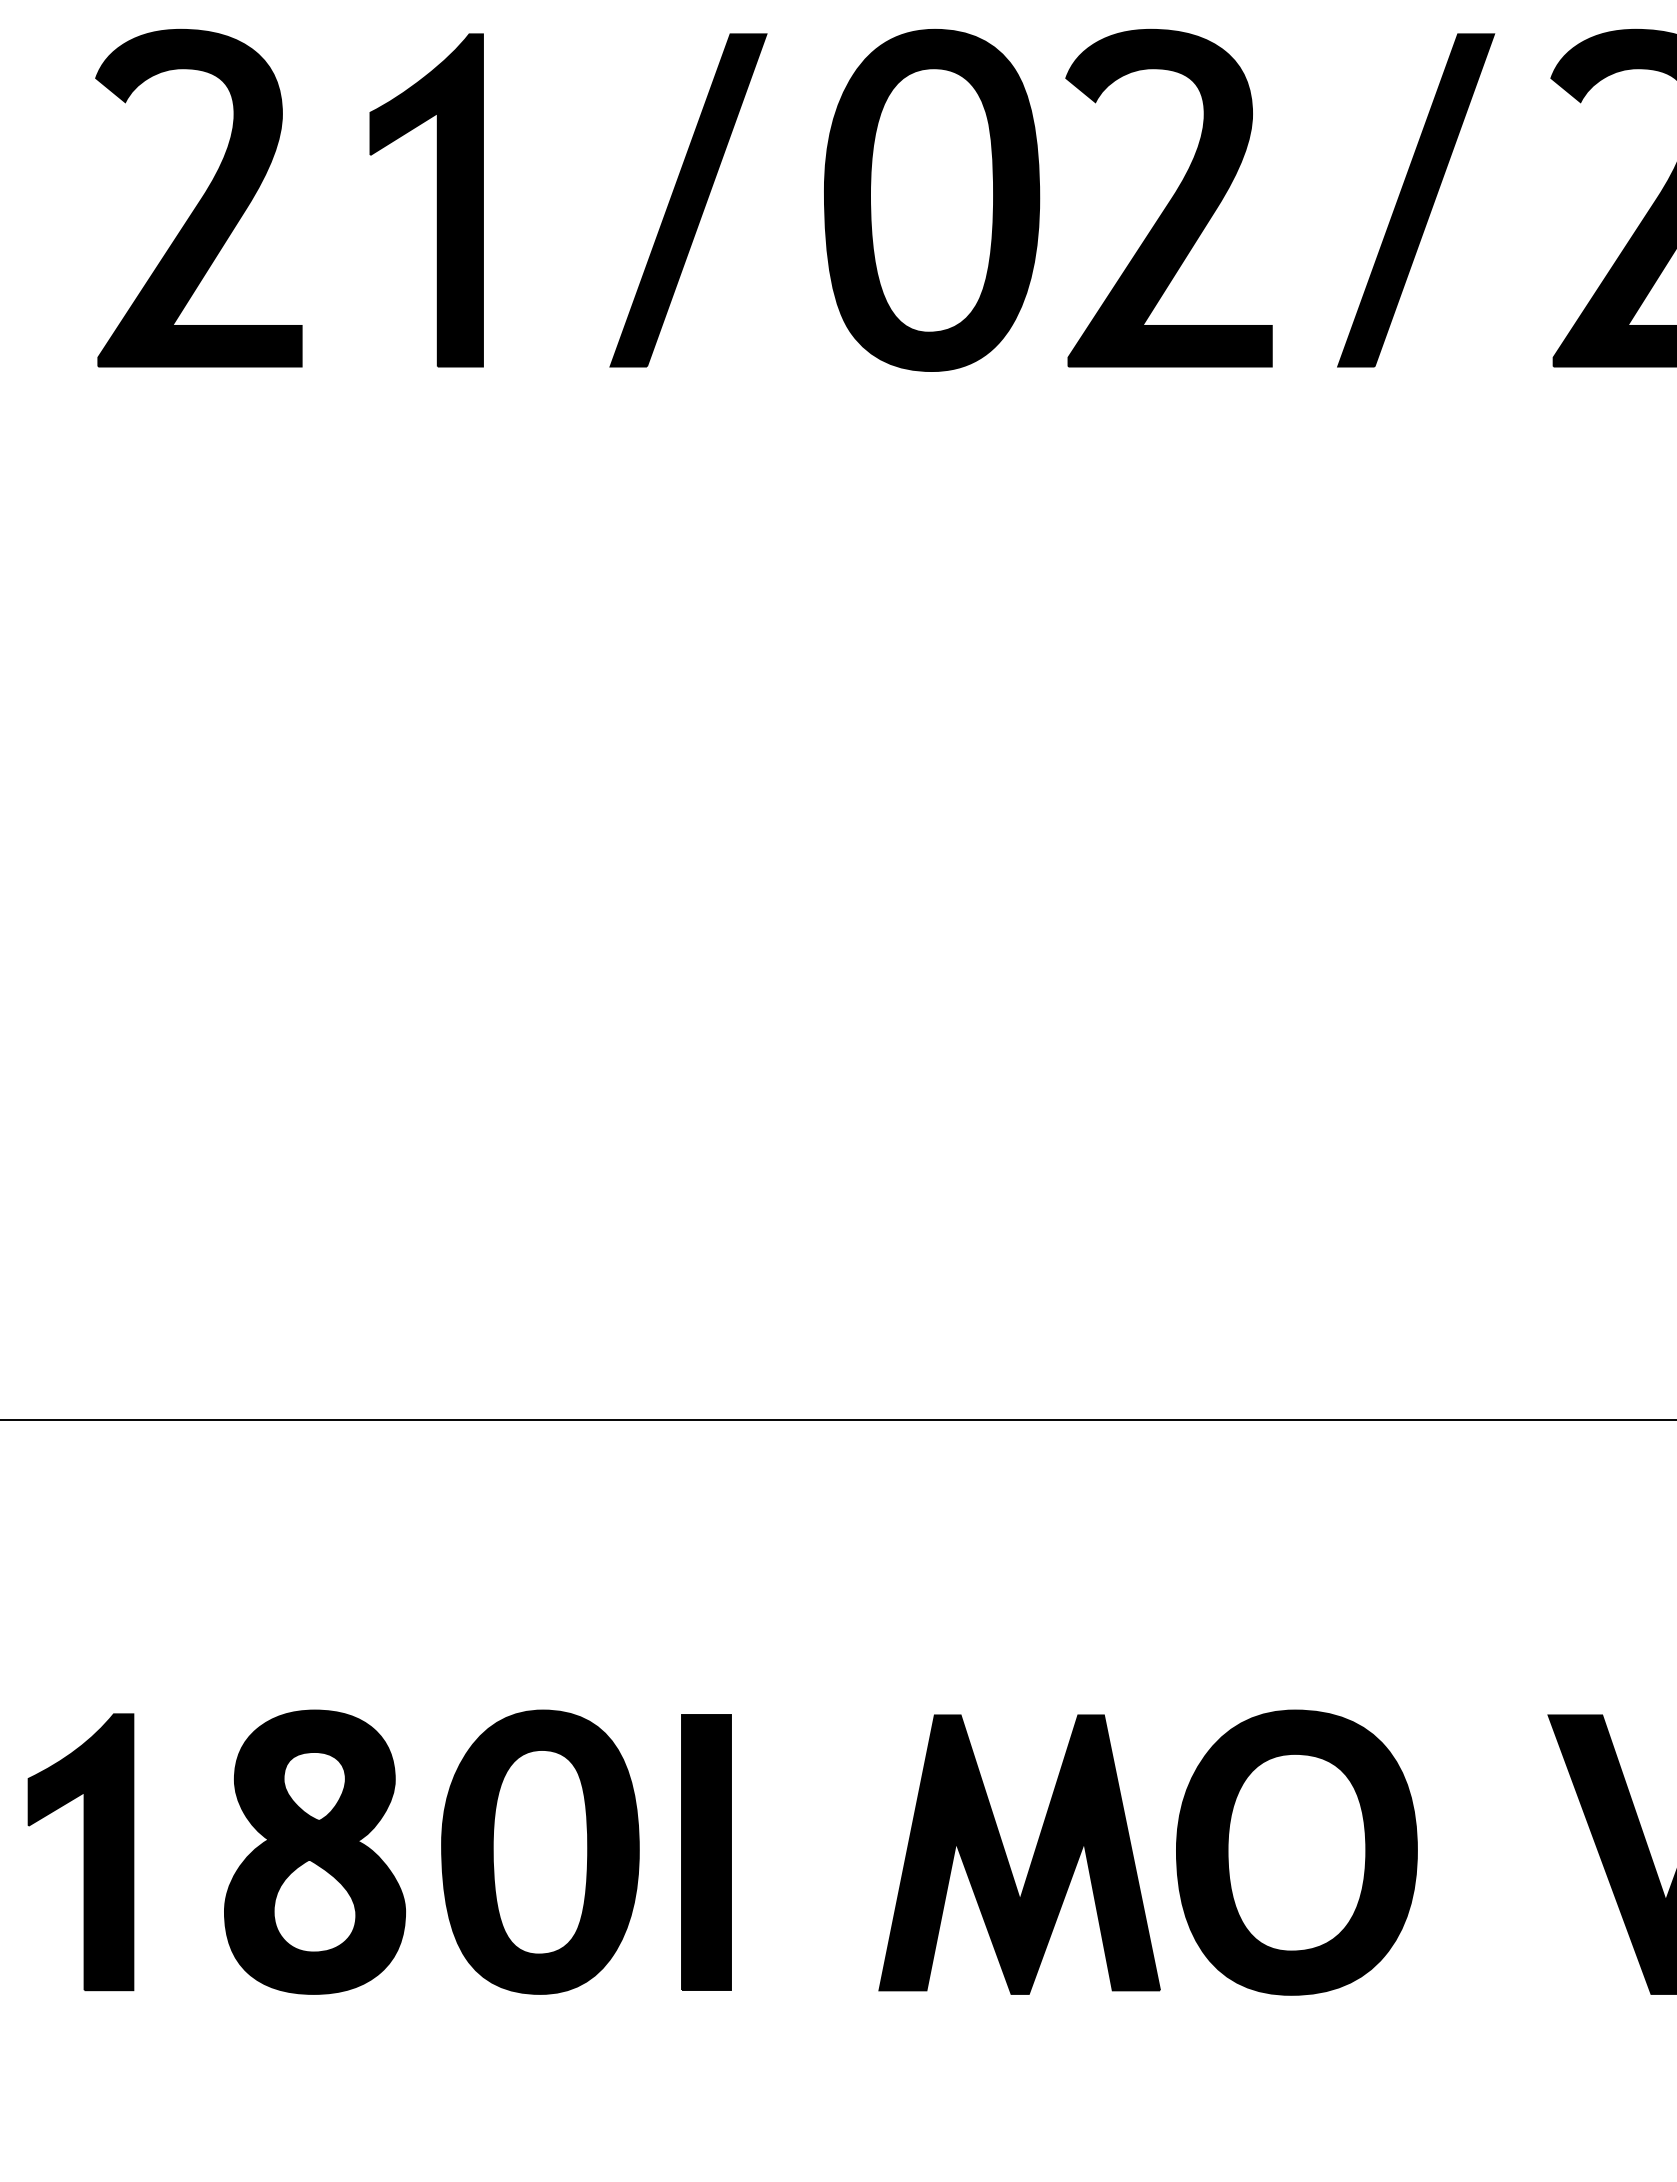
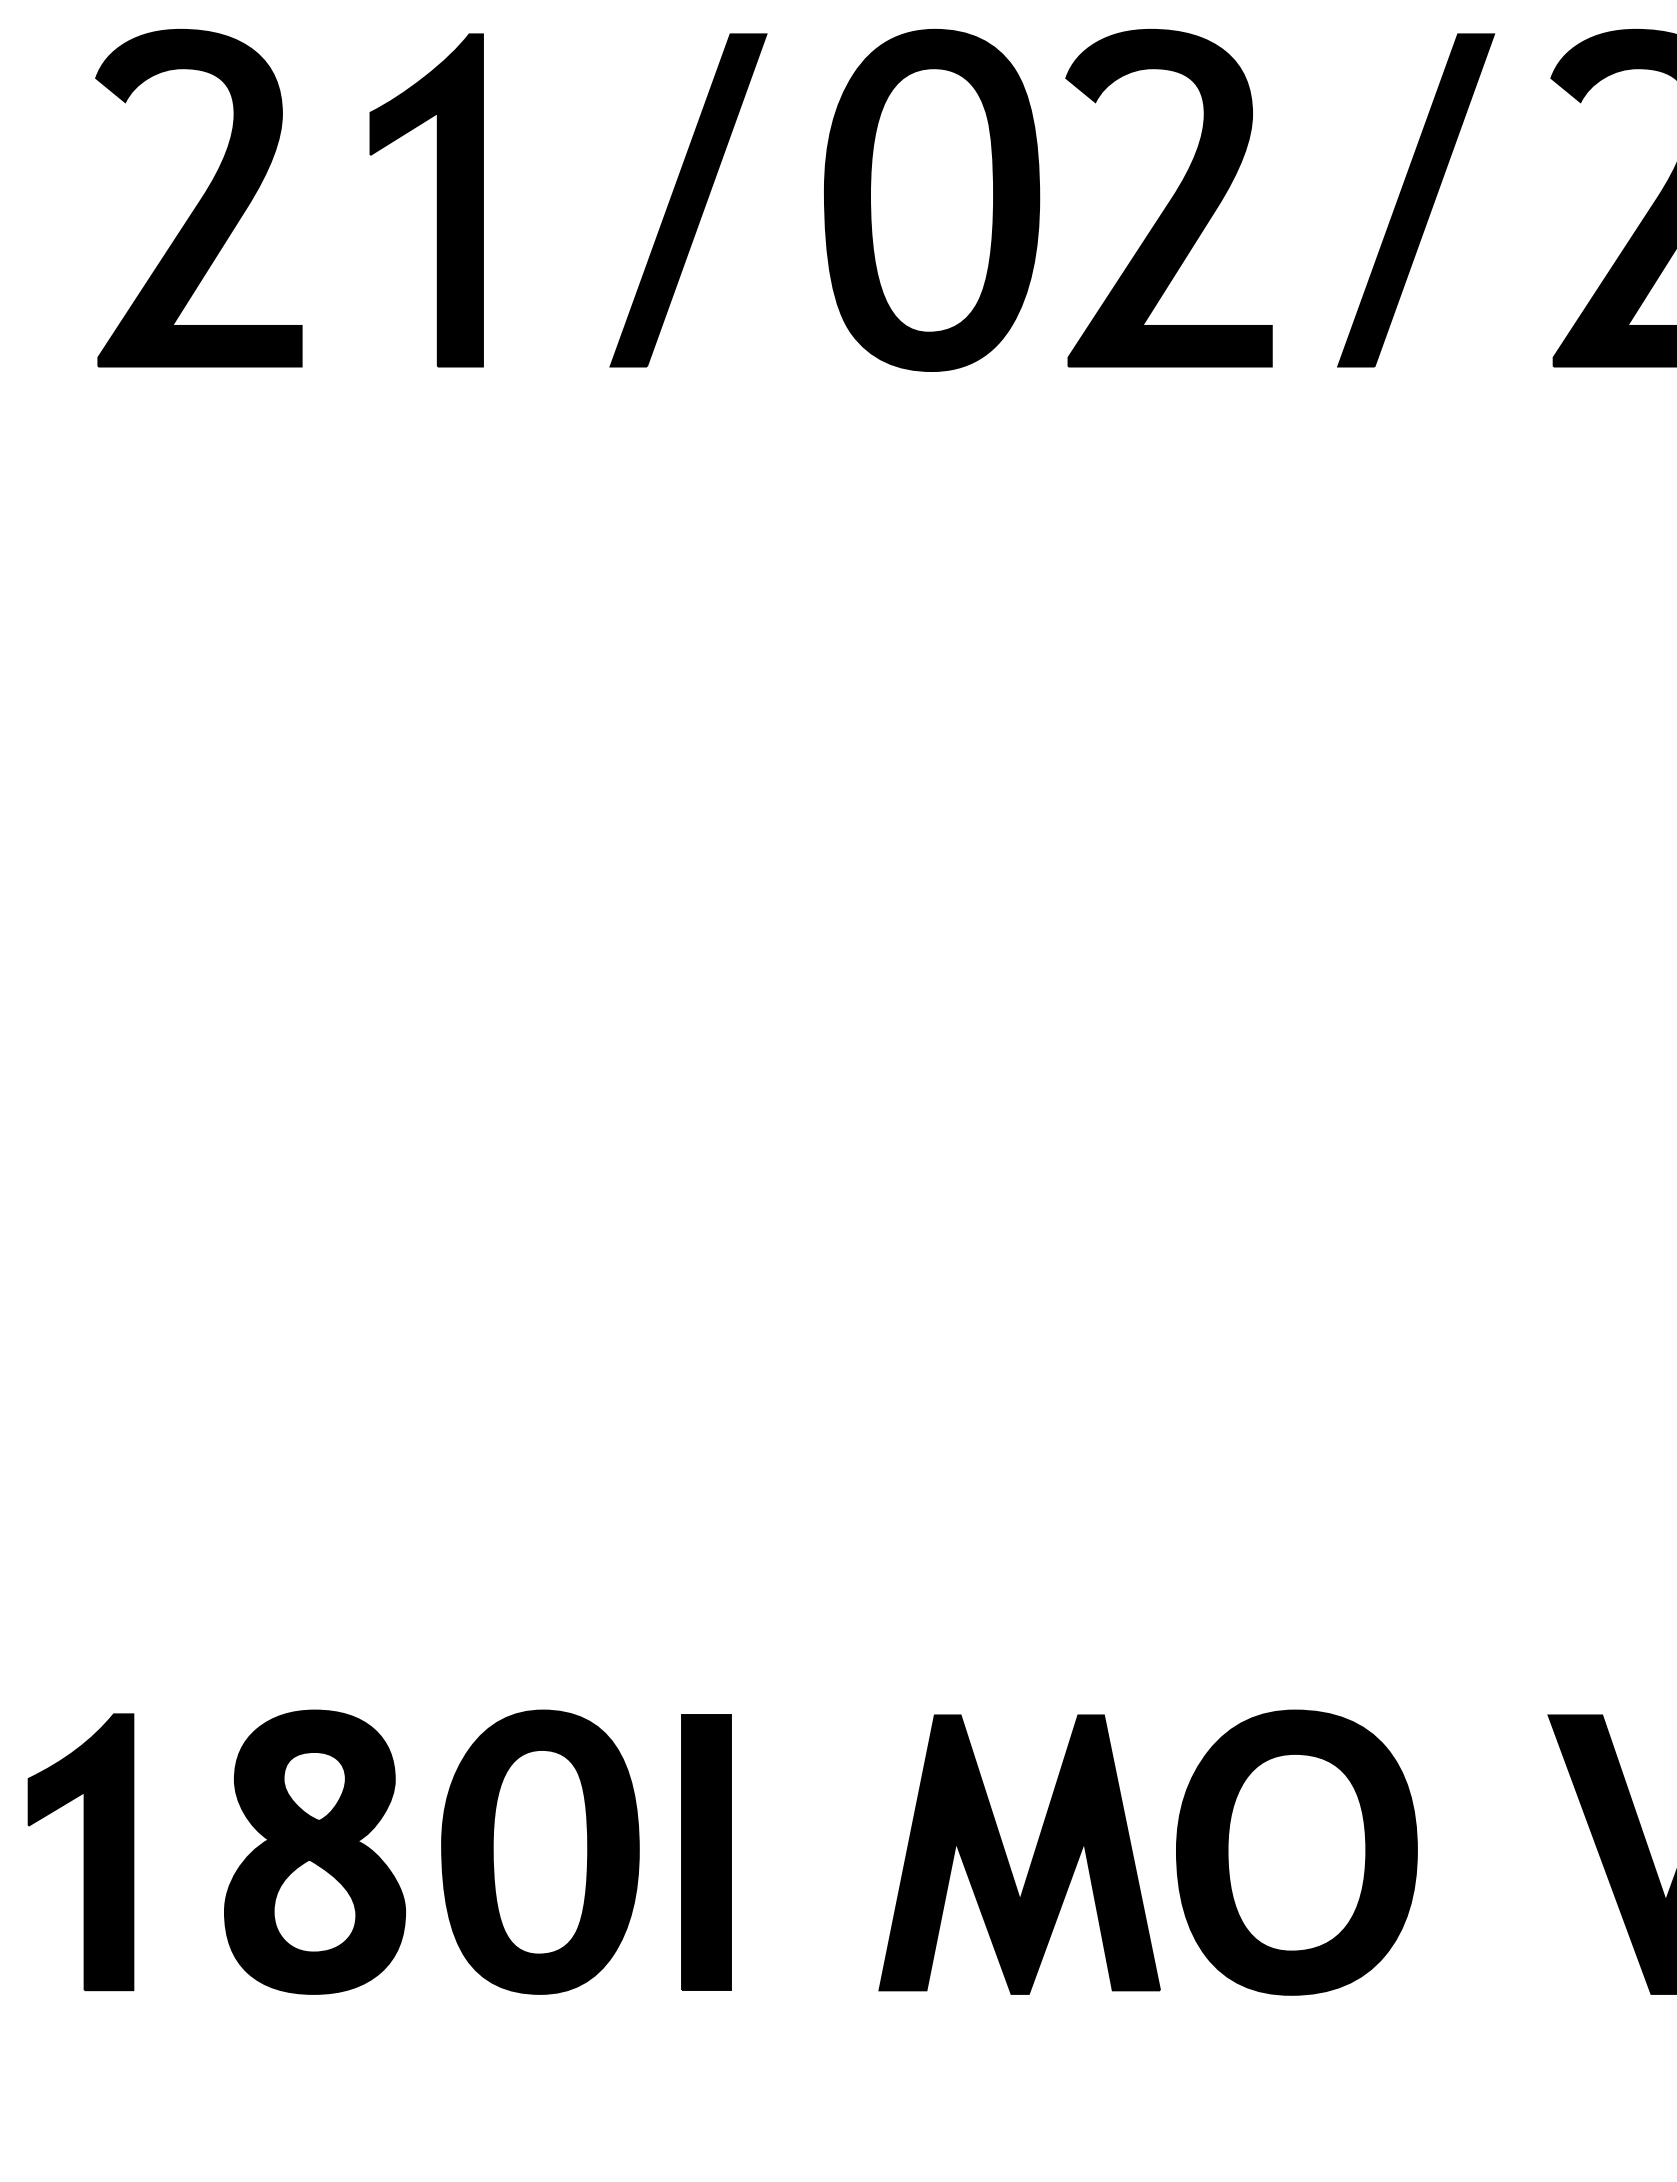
line at (837, 1419): present -> none
